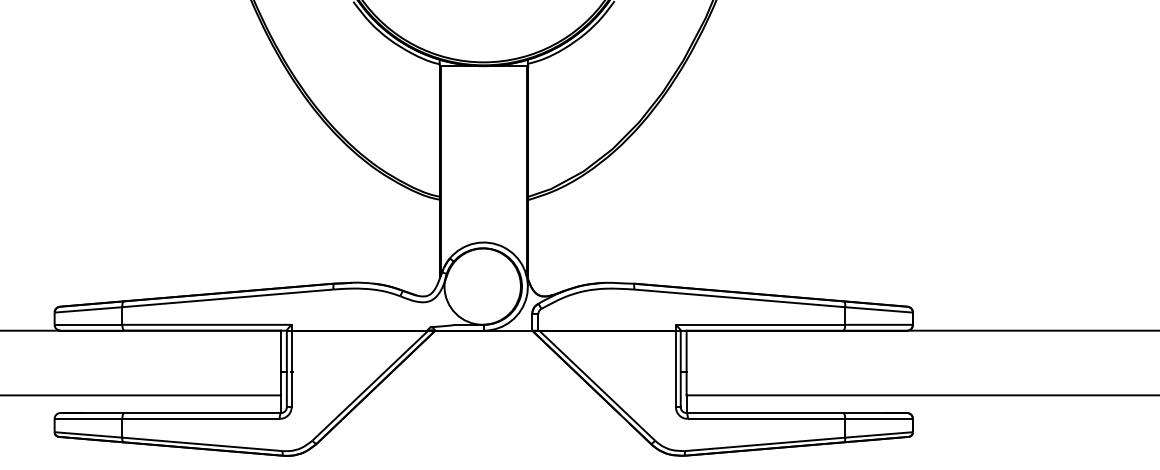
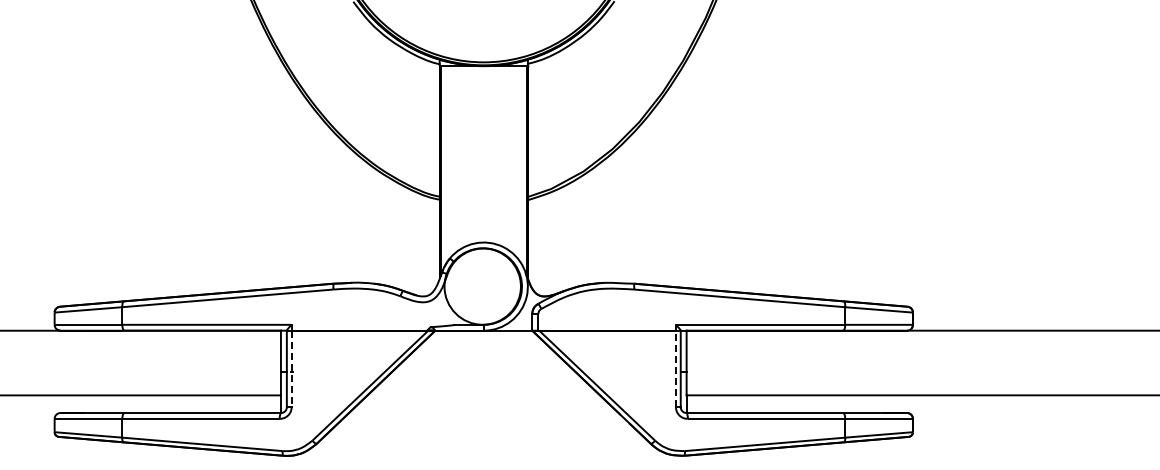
line at (675, 368): solid -> dashed
line at (291, 369): solid -> dashed
